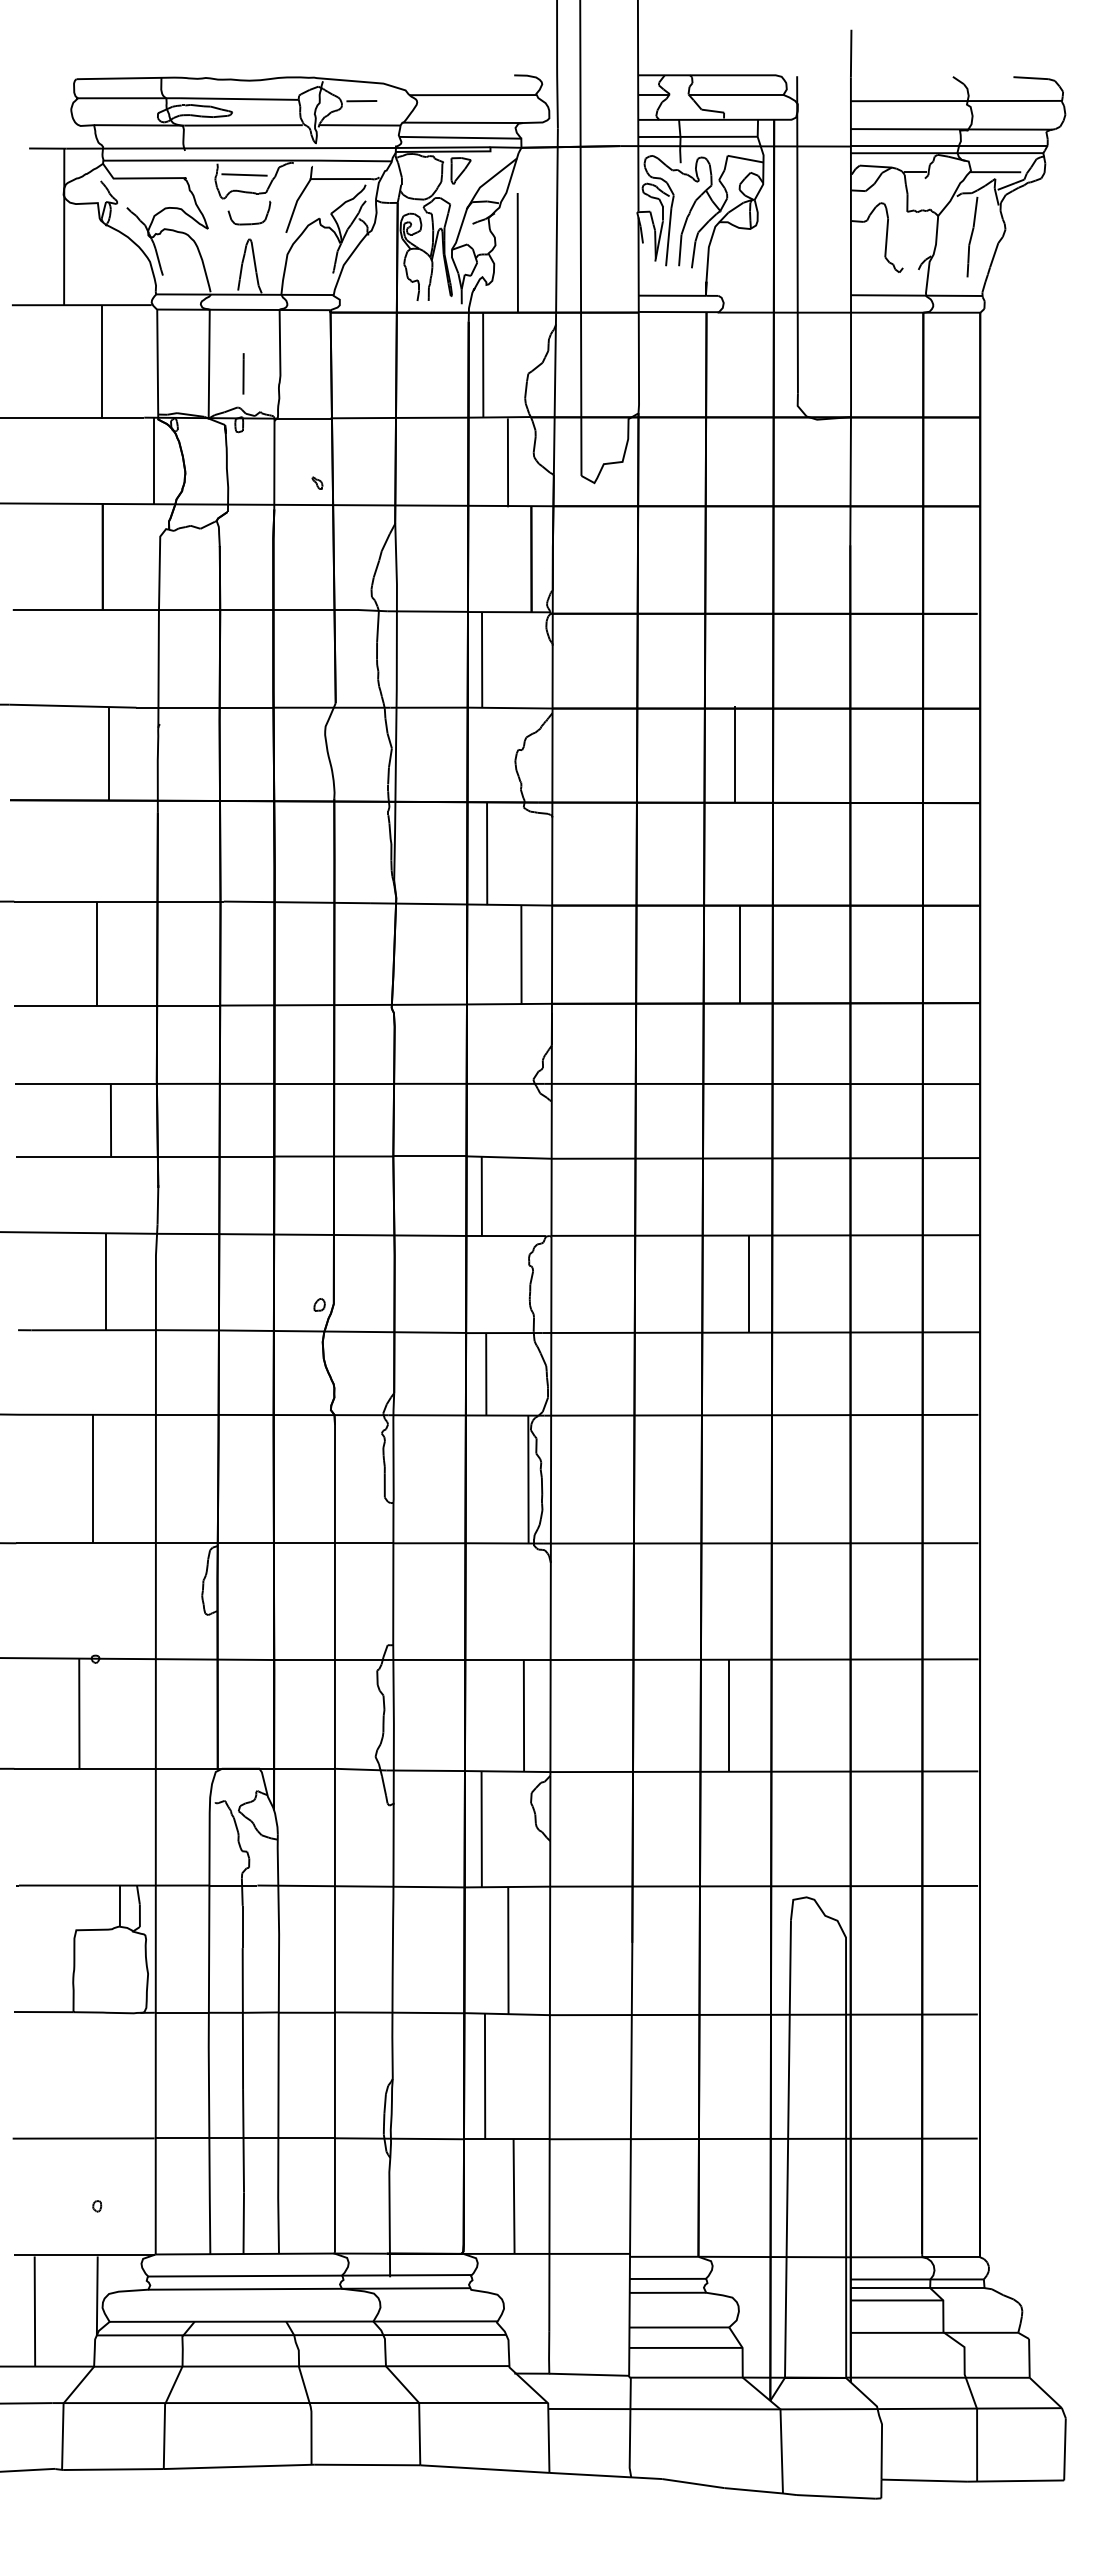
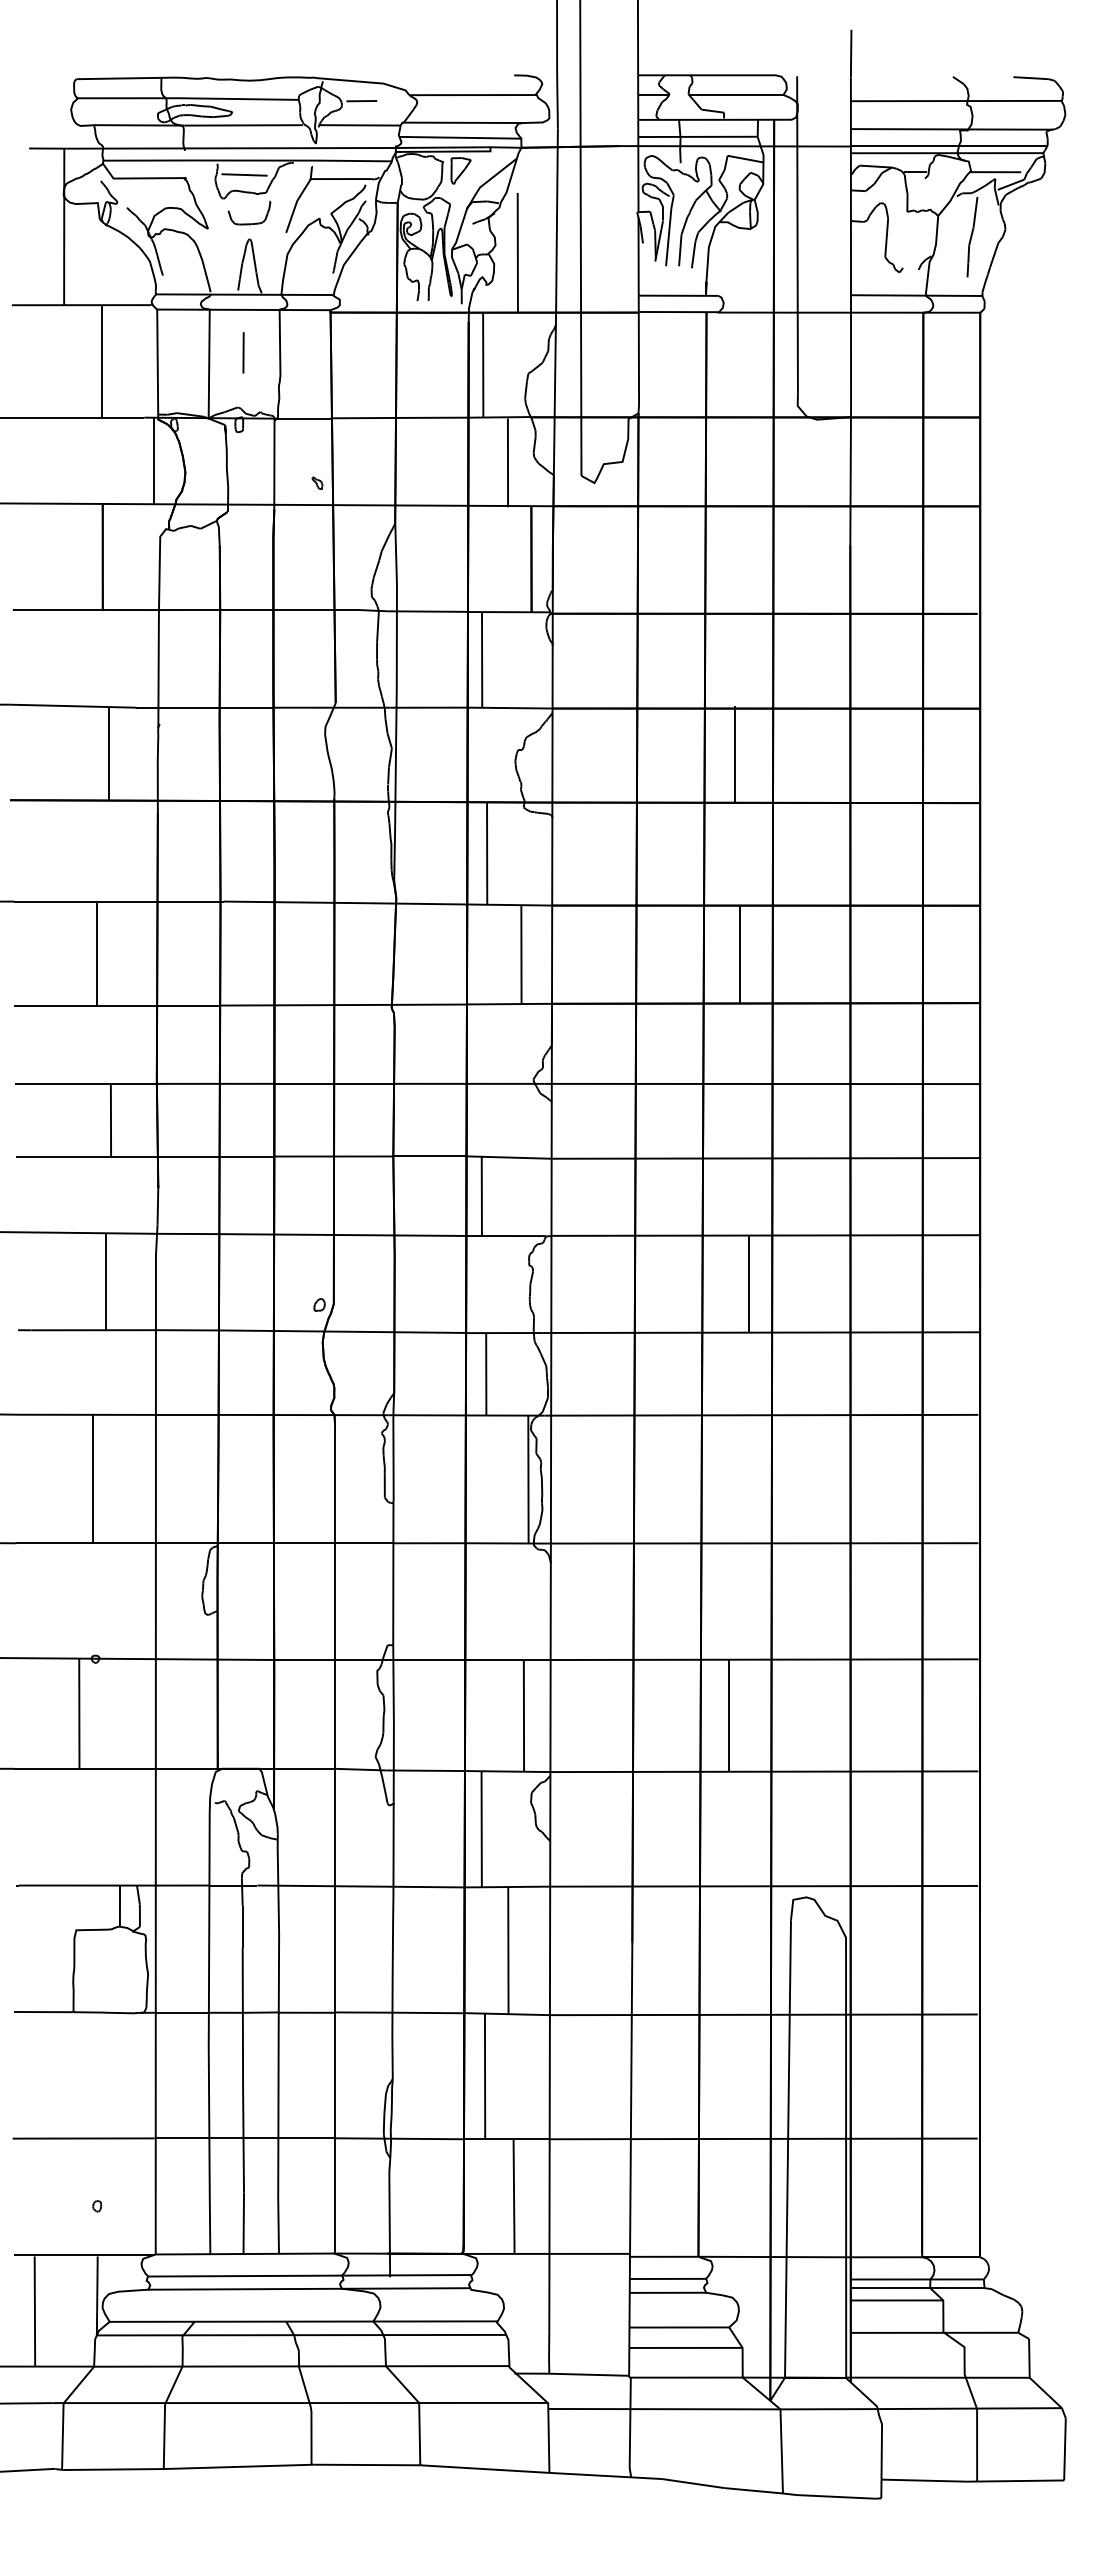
line at (243, 373) position: (243, 373) -> (243, 352)
